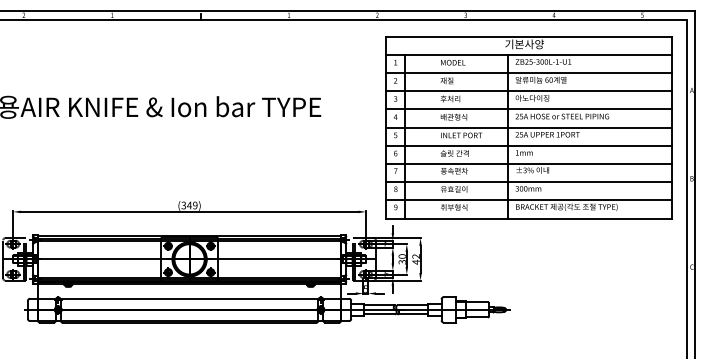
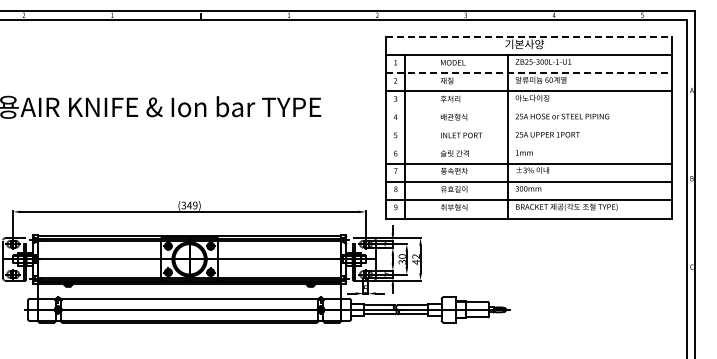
line at (528, 36): solid -> dashed
line at (528, 73): solid -> dashed
line at (528, 109): present -> none
line at (528, 127): present -> none
line at (528, 145): present -> none
